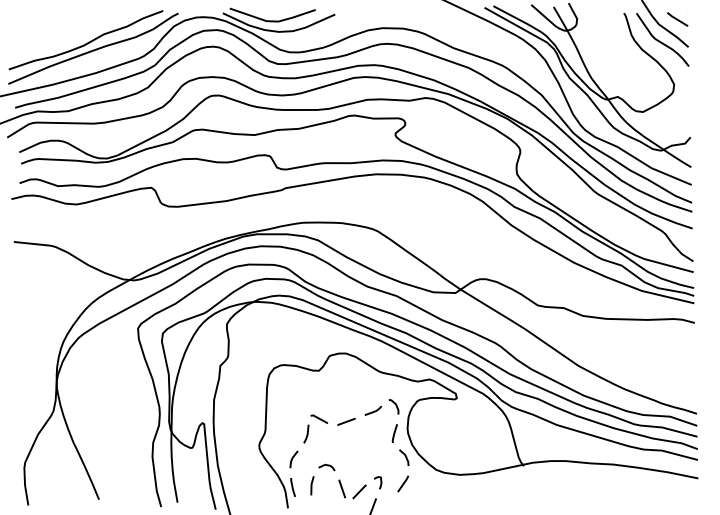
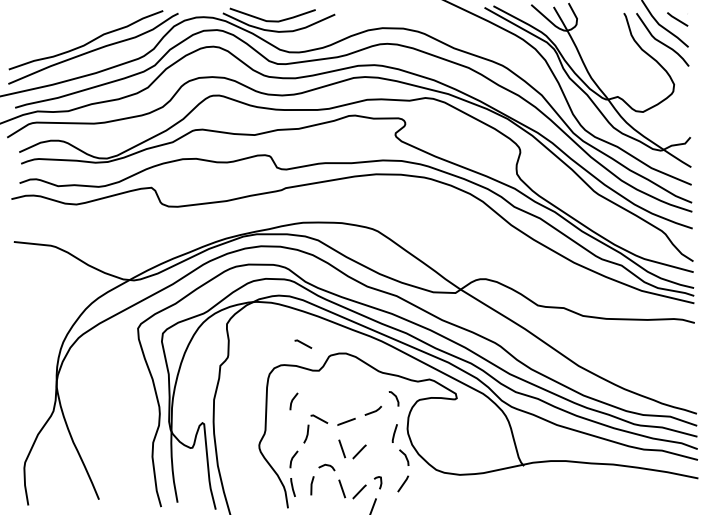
line at (303, 343): none -> present
line at (293, 400): none -> present
curve at (395, 406) position: (395, 406) -> (395, 398)
part at (352, 449): none -> present
